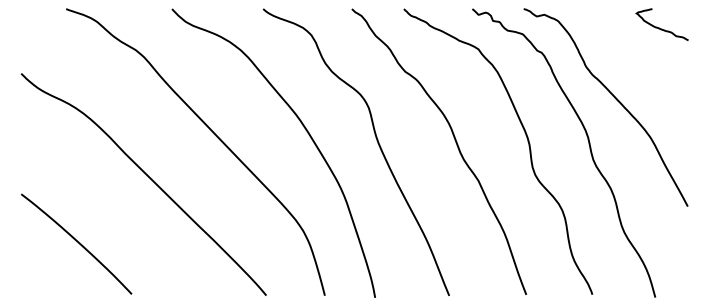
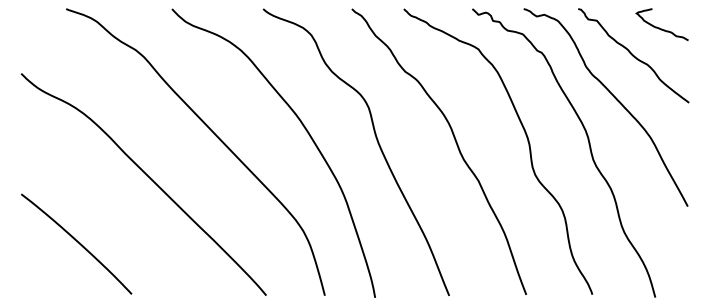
curve at (633, 55): none -> present
